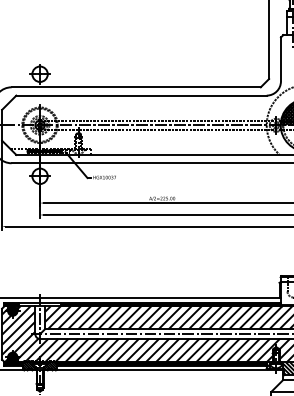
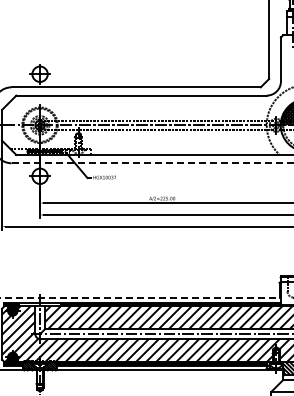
line at (152, 163): solid -> dashed
line at (141, 298): solid -> dashed
